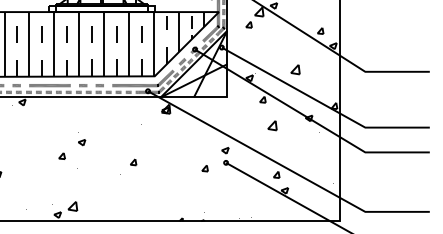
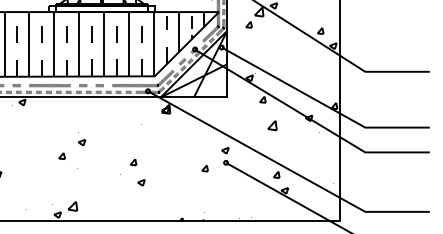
part at (295, 69): present -> none
part at (141, 182): none -> present
